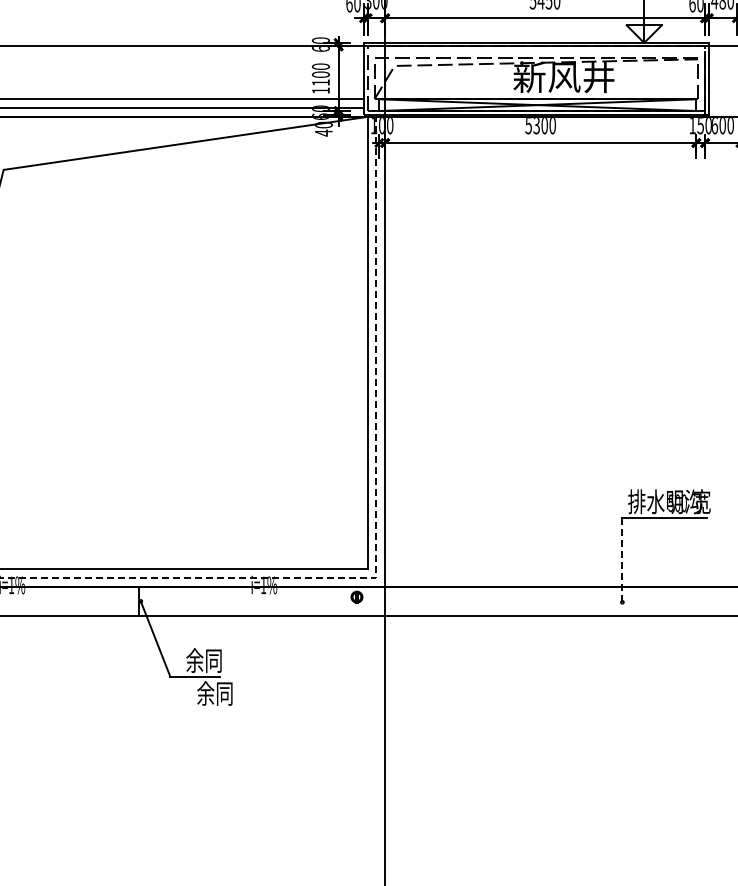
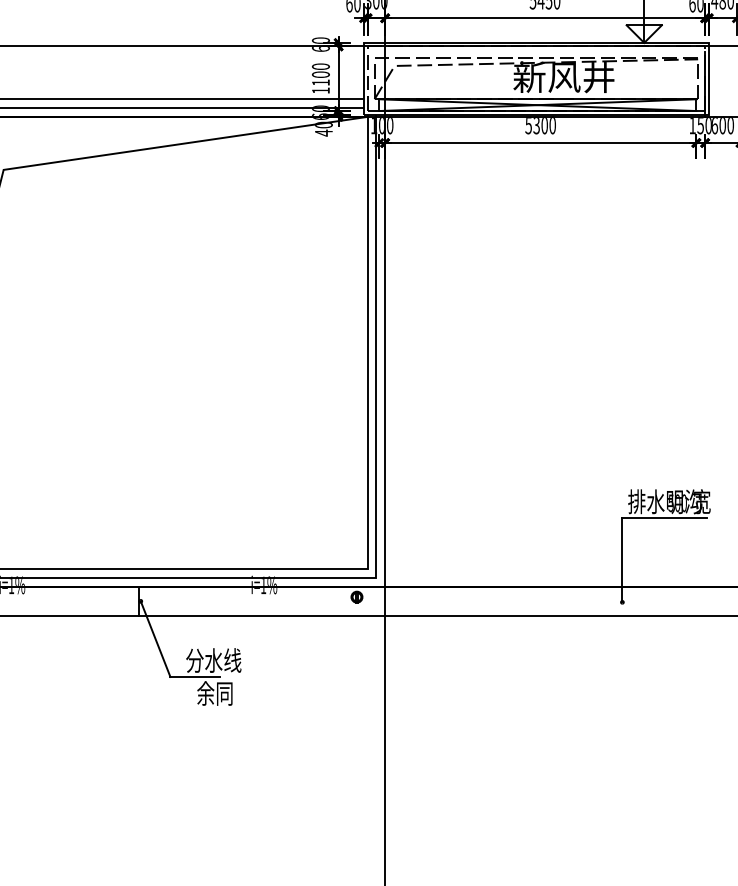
line at (376, 534): dashed -> solid
line at (622, 559): dashed -> solid
text at (213, 660): 余同 -> 分水线
